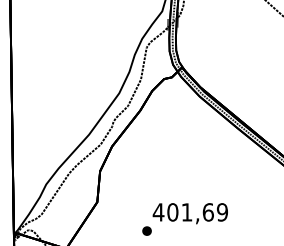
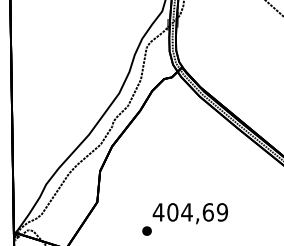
text at (186, 212): 401,69 -> 404,69
